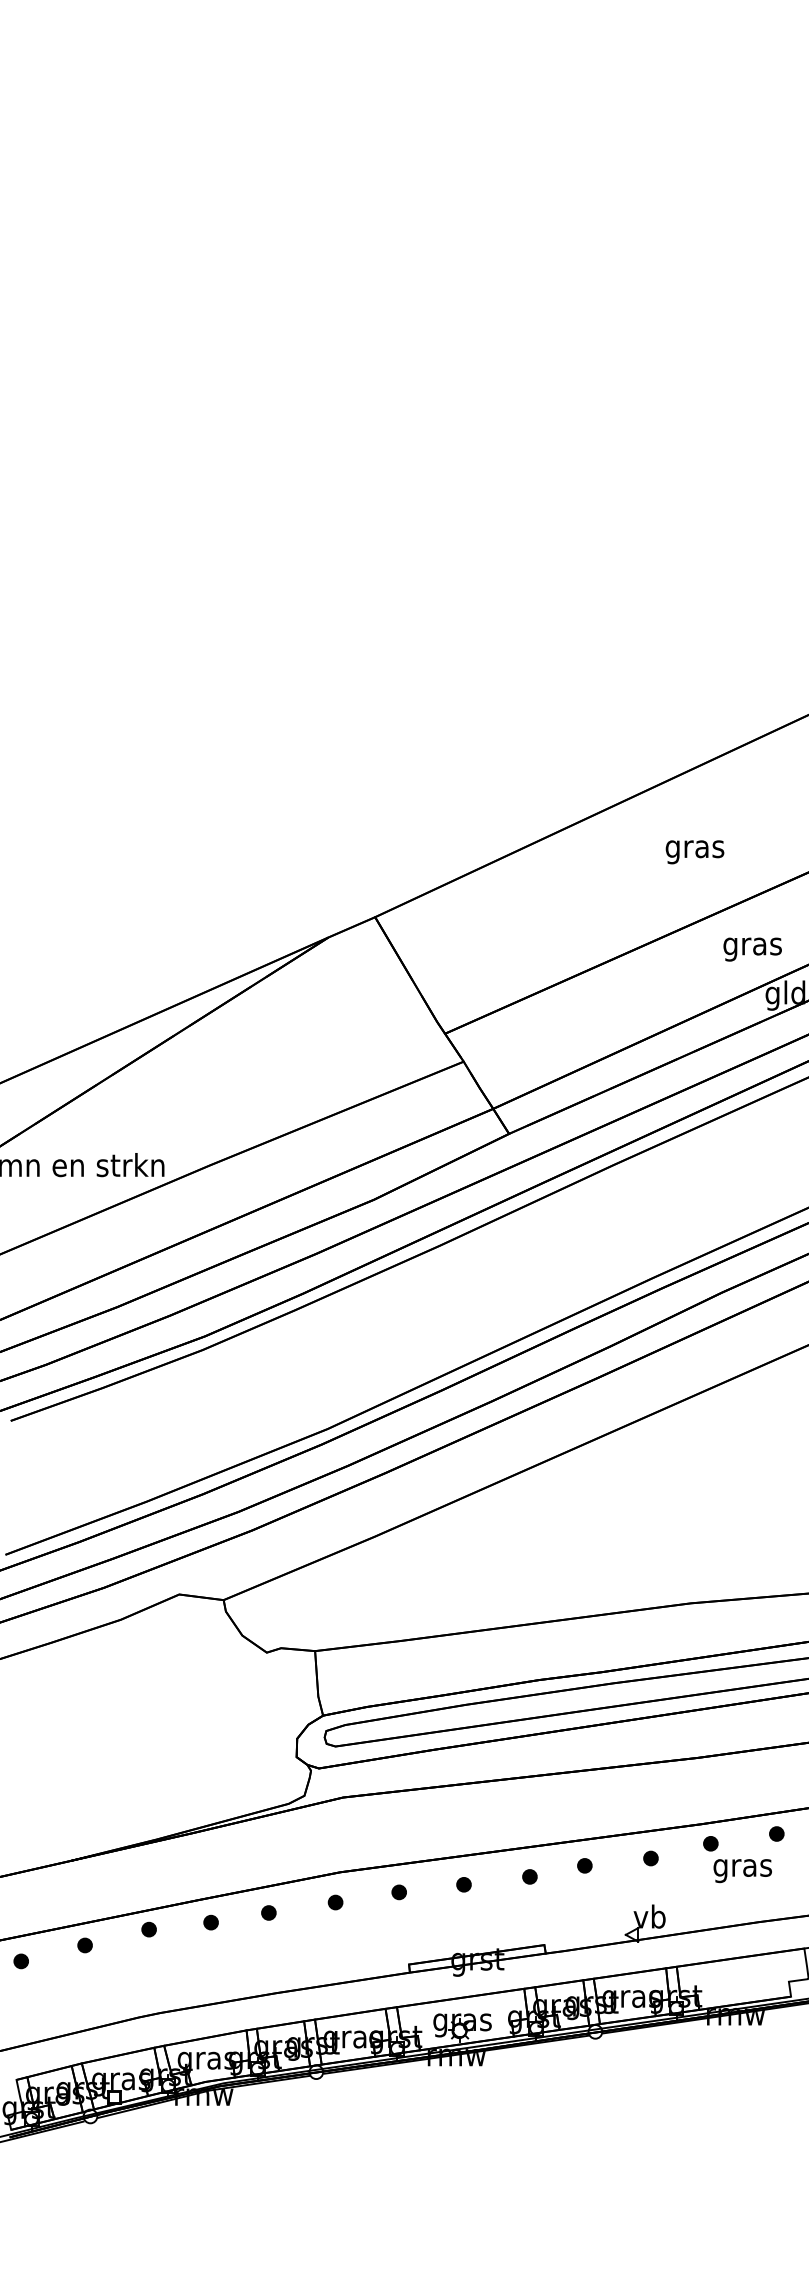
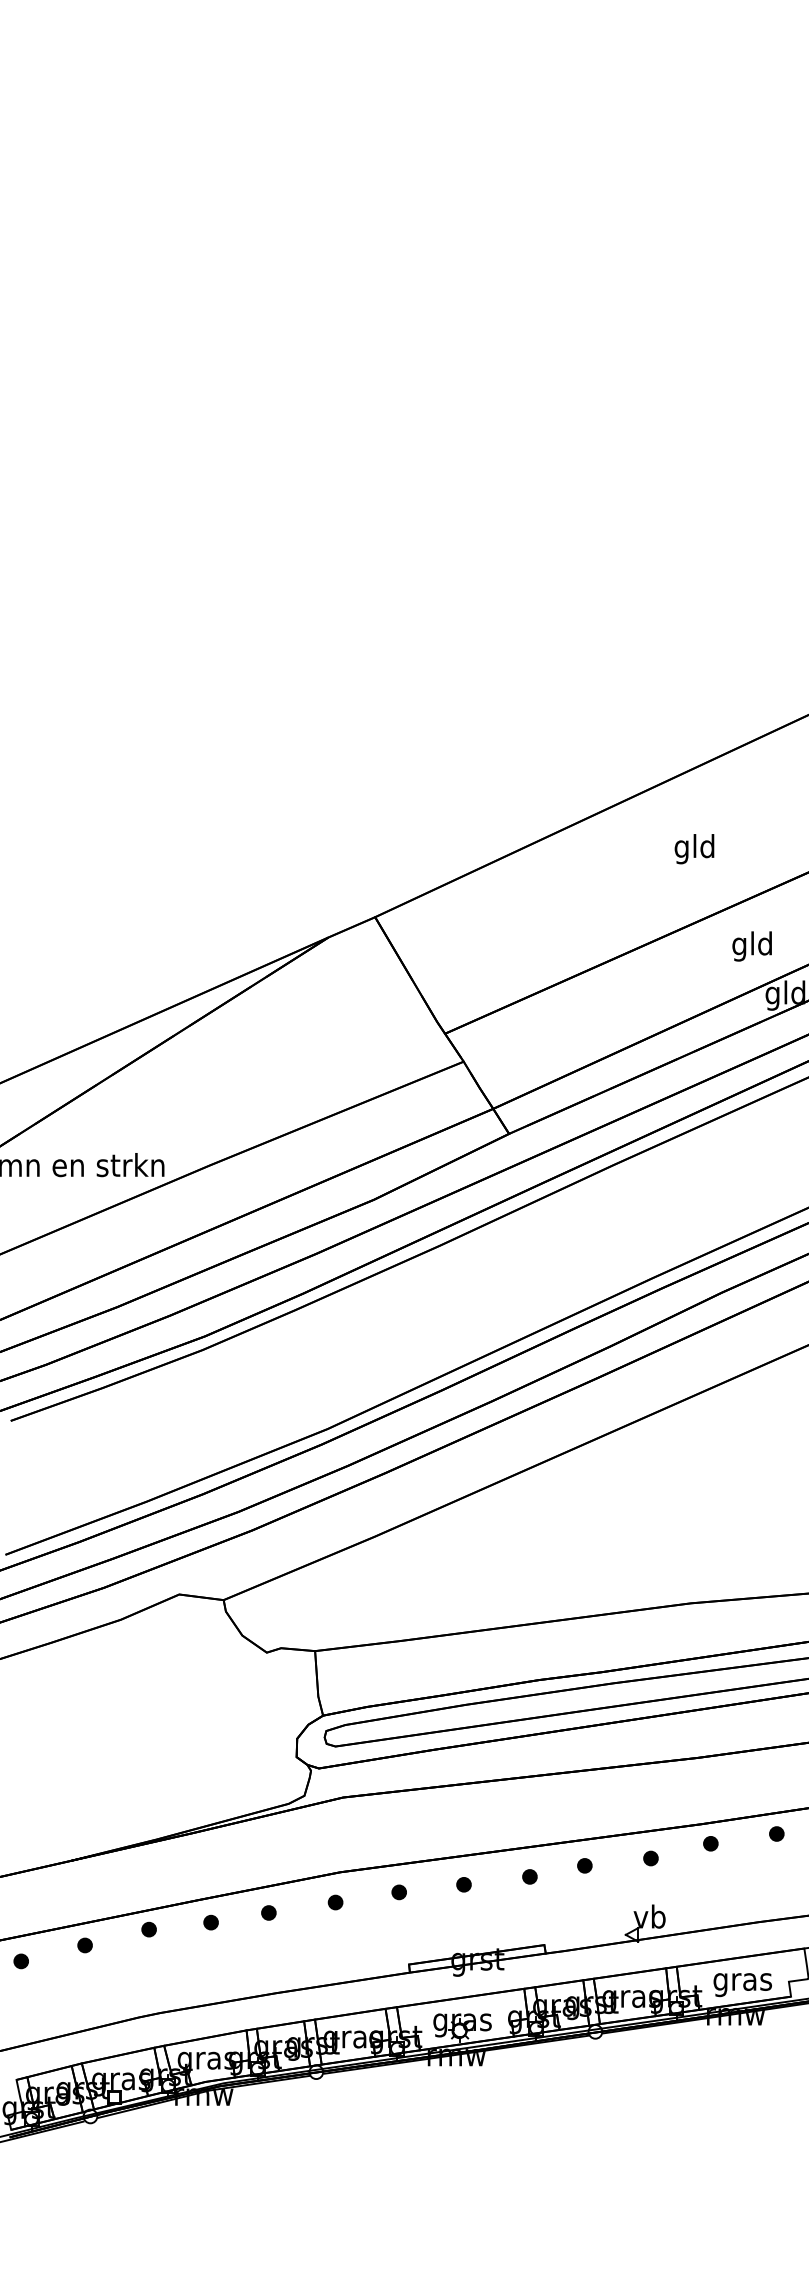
text at (694, 849): gras -> gld
text at (752, 946): gras -> gld
text at (742, 1871) position: (742, 1871) -> (742, 1985)
